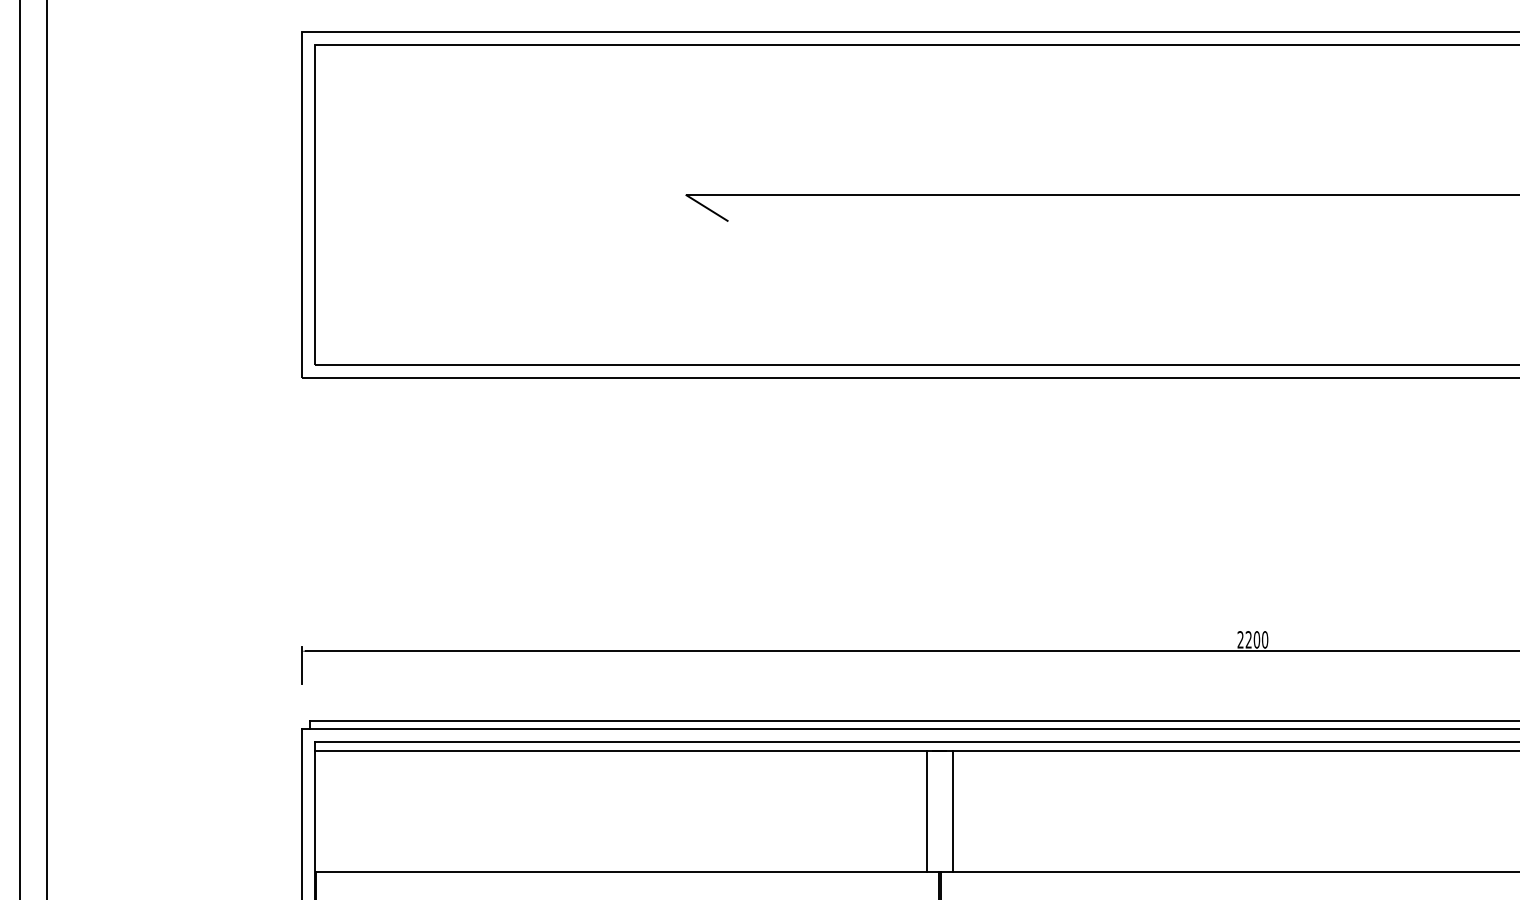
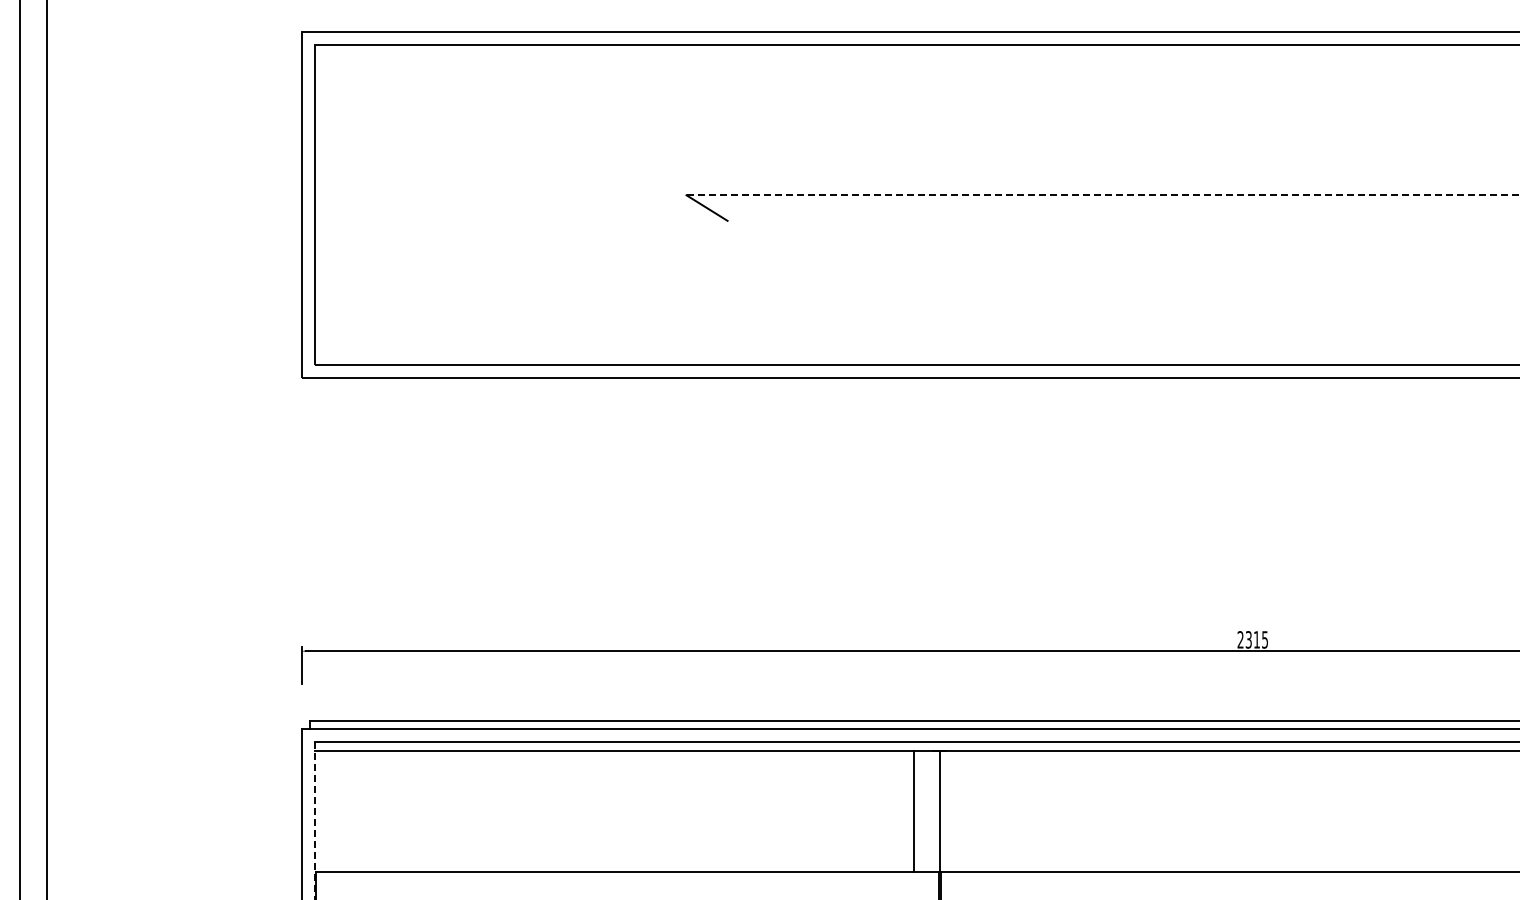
line at (1103, 195): solid -> dashed
text at (1256, 639): 2200 -> 2315
line at (926, 810) position: (926, 810) -> (913, 810)
line at (952, 810) position: (952, 810) -> (939, 810)
line at (314, 821): solid -> dashed
